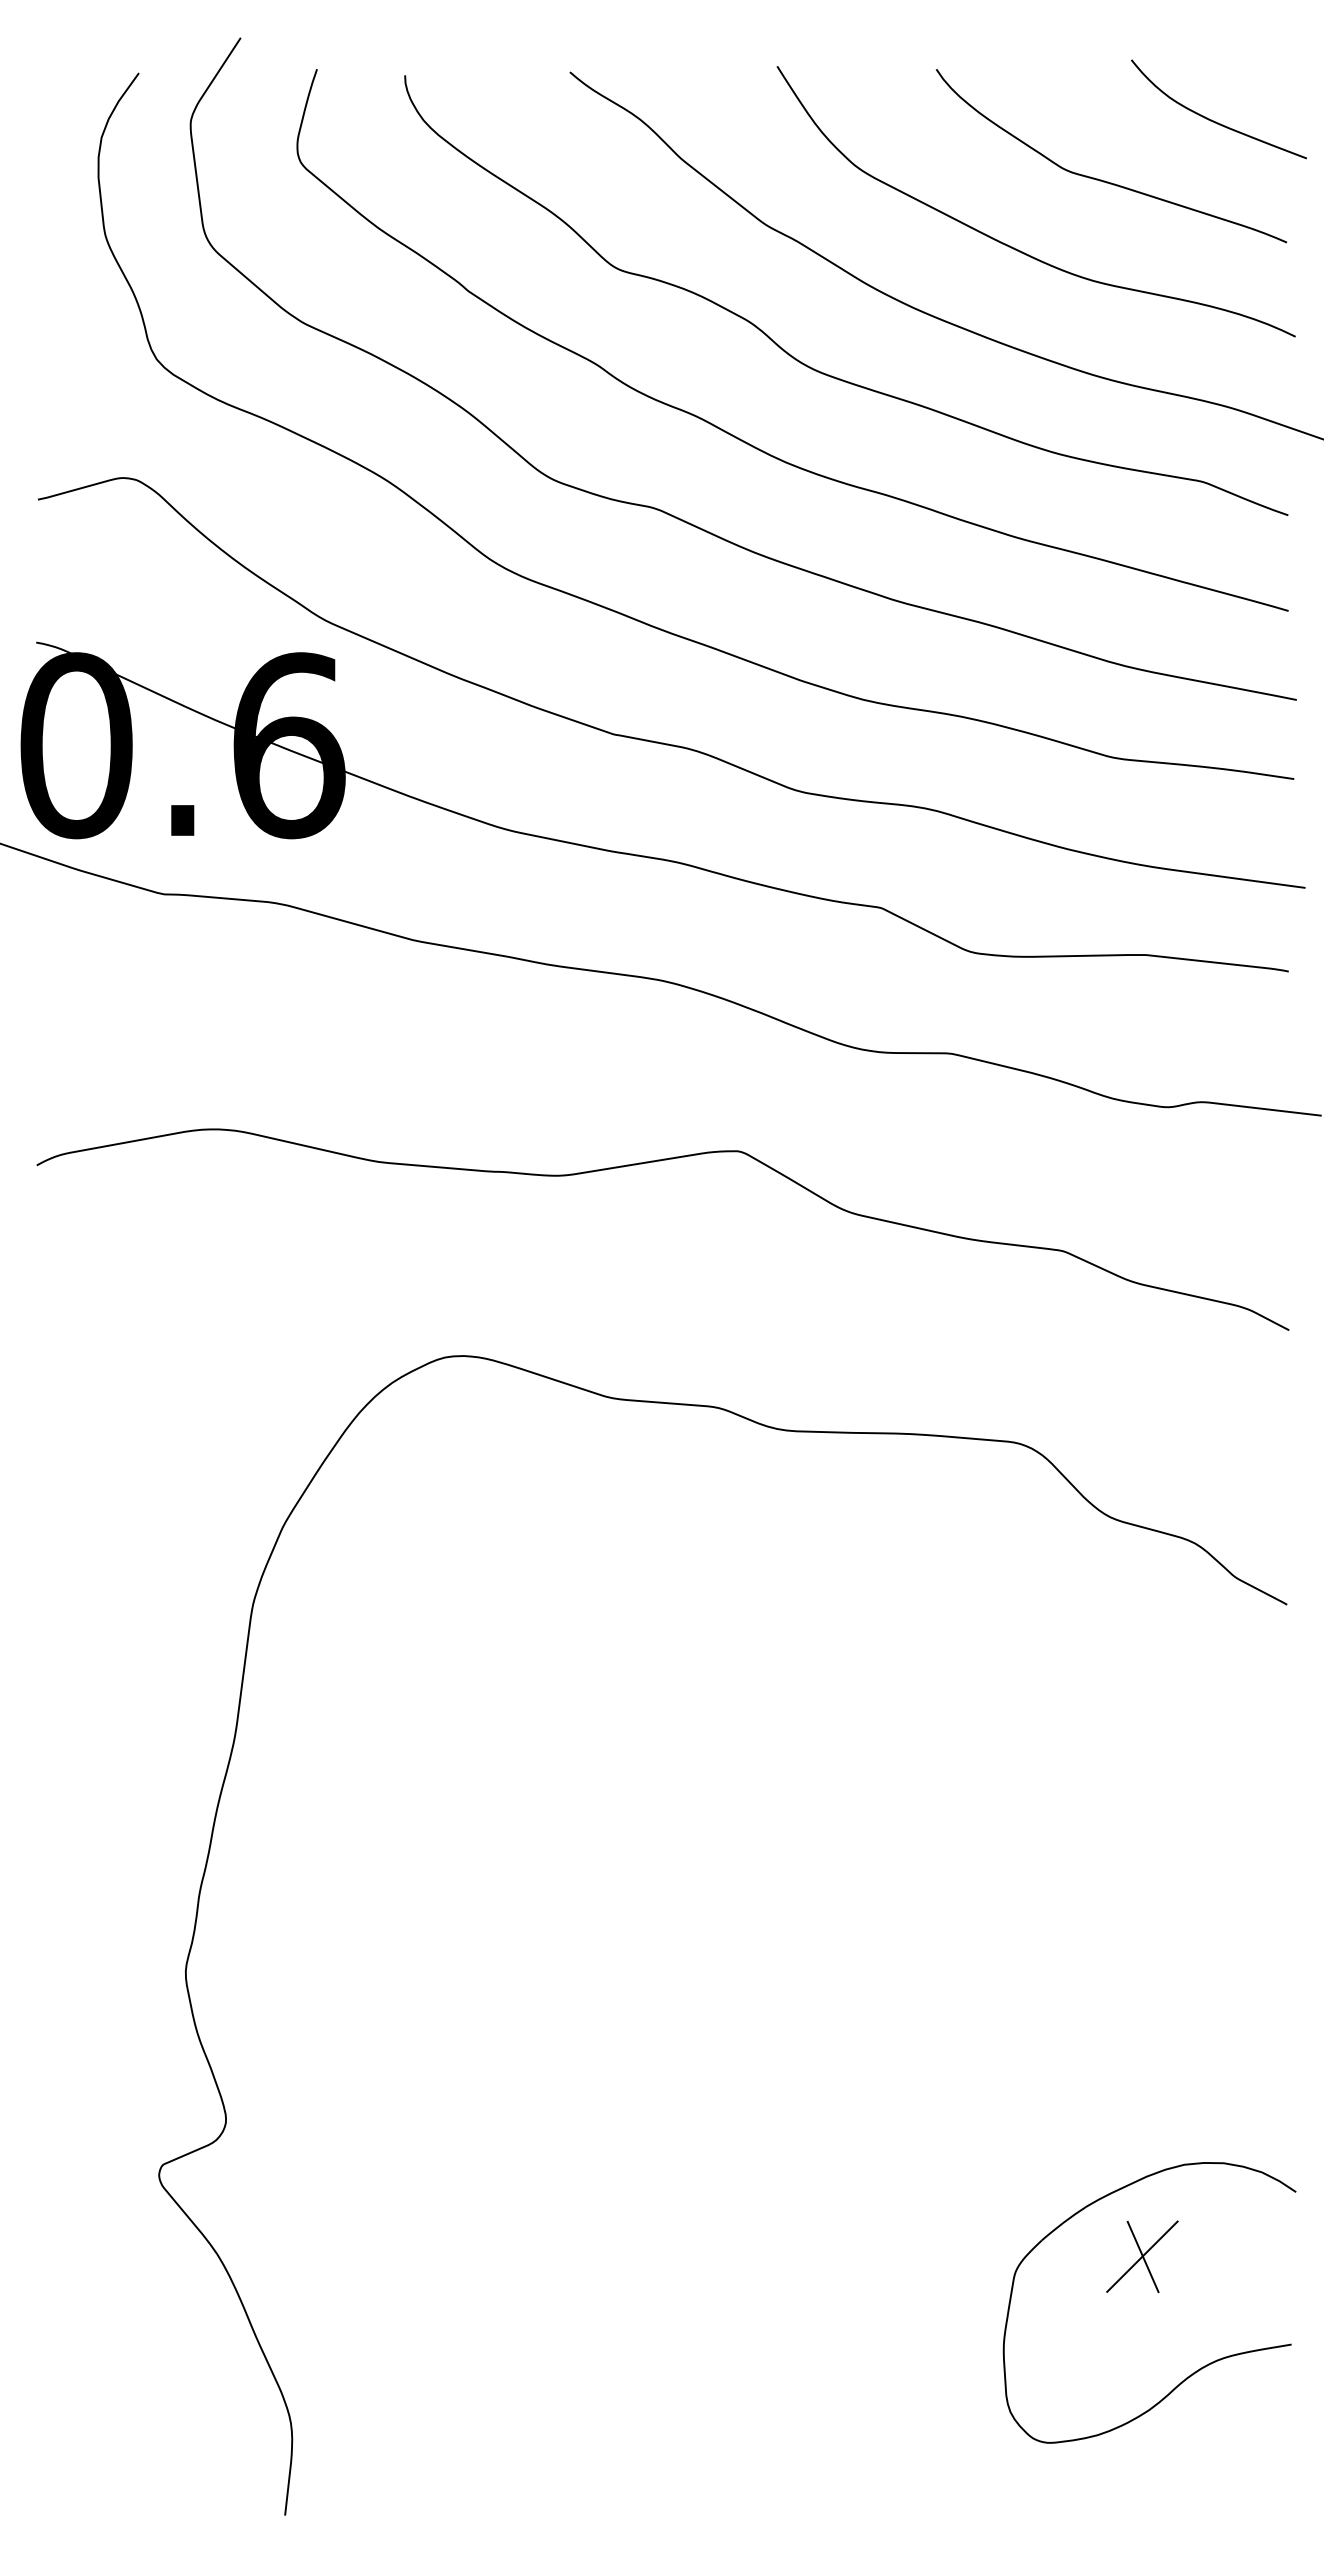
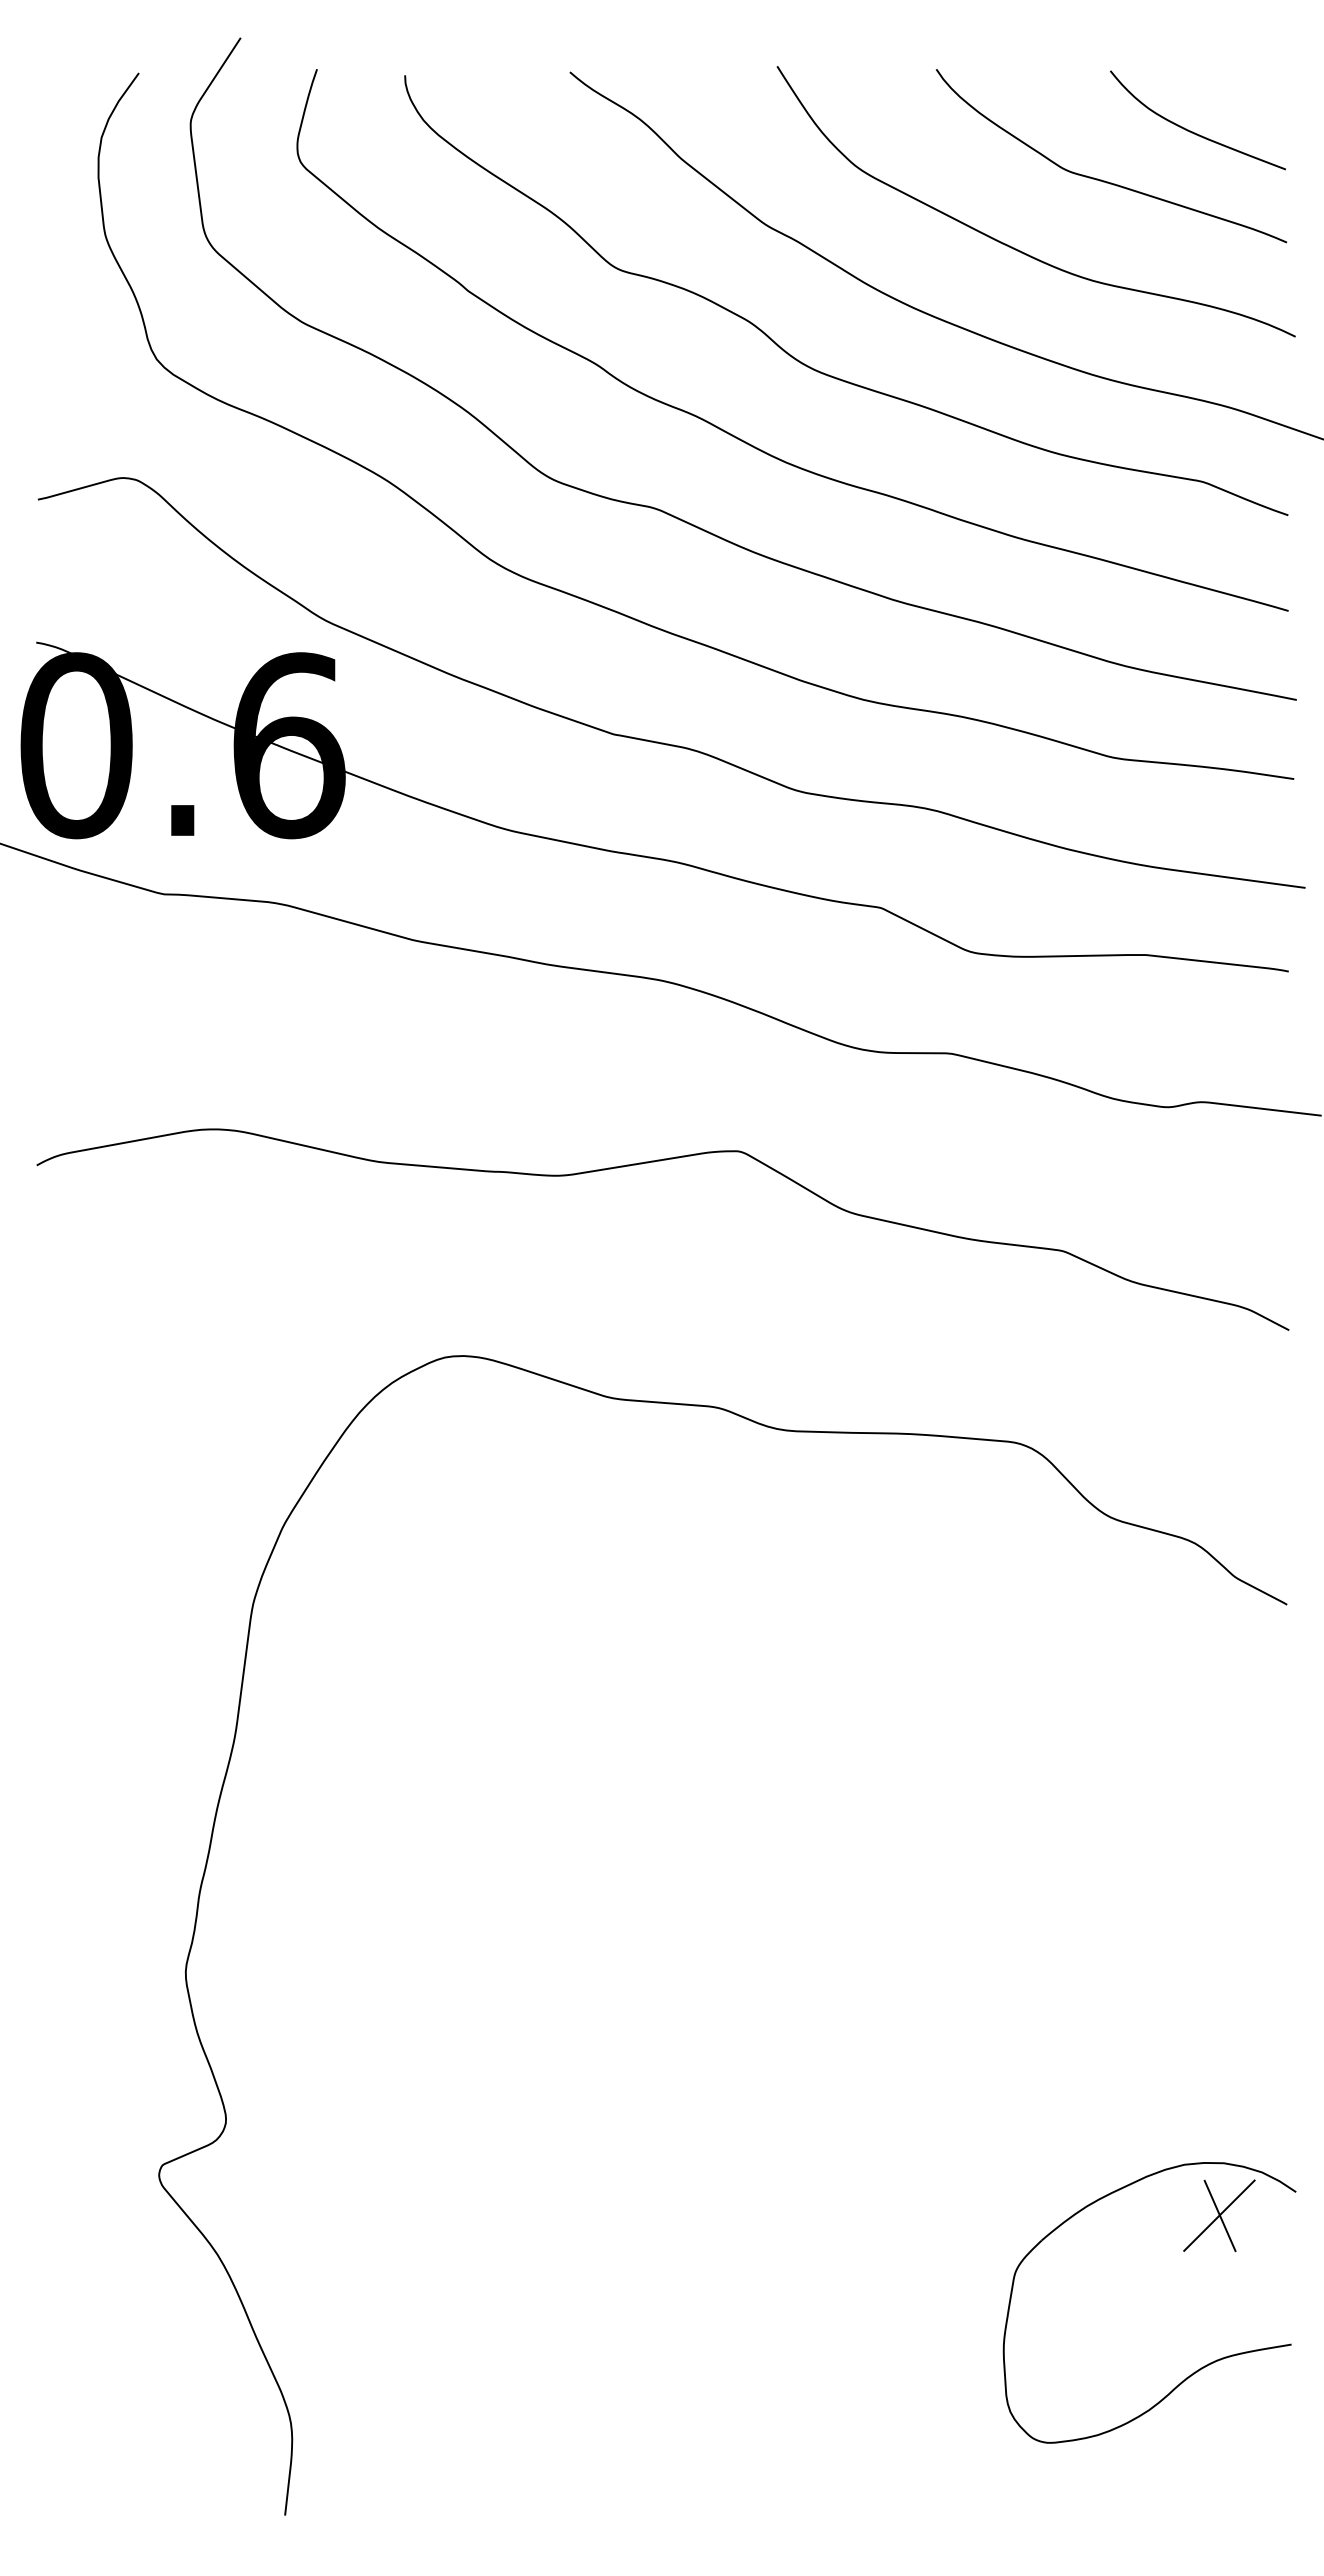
curve at (1213, 120) position: (1213, 120) -> (1192, 131)
part at (1142, 2256) position: (1142, 2256) -> (1219, 2215)
